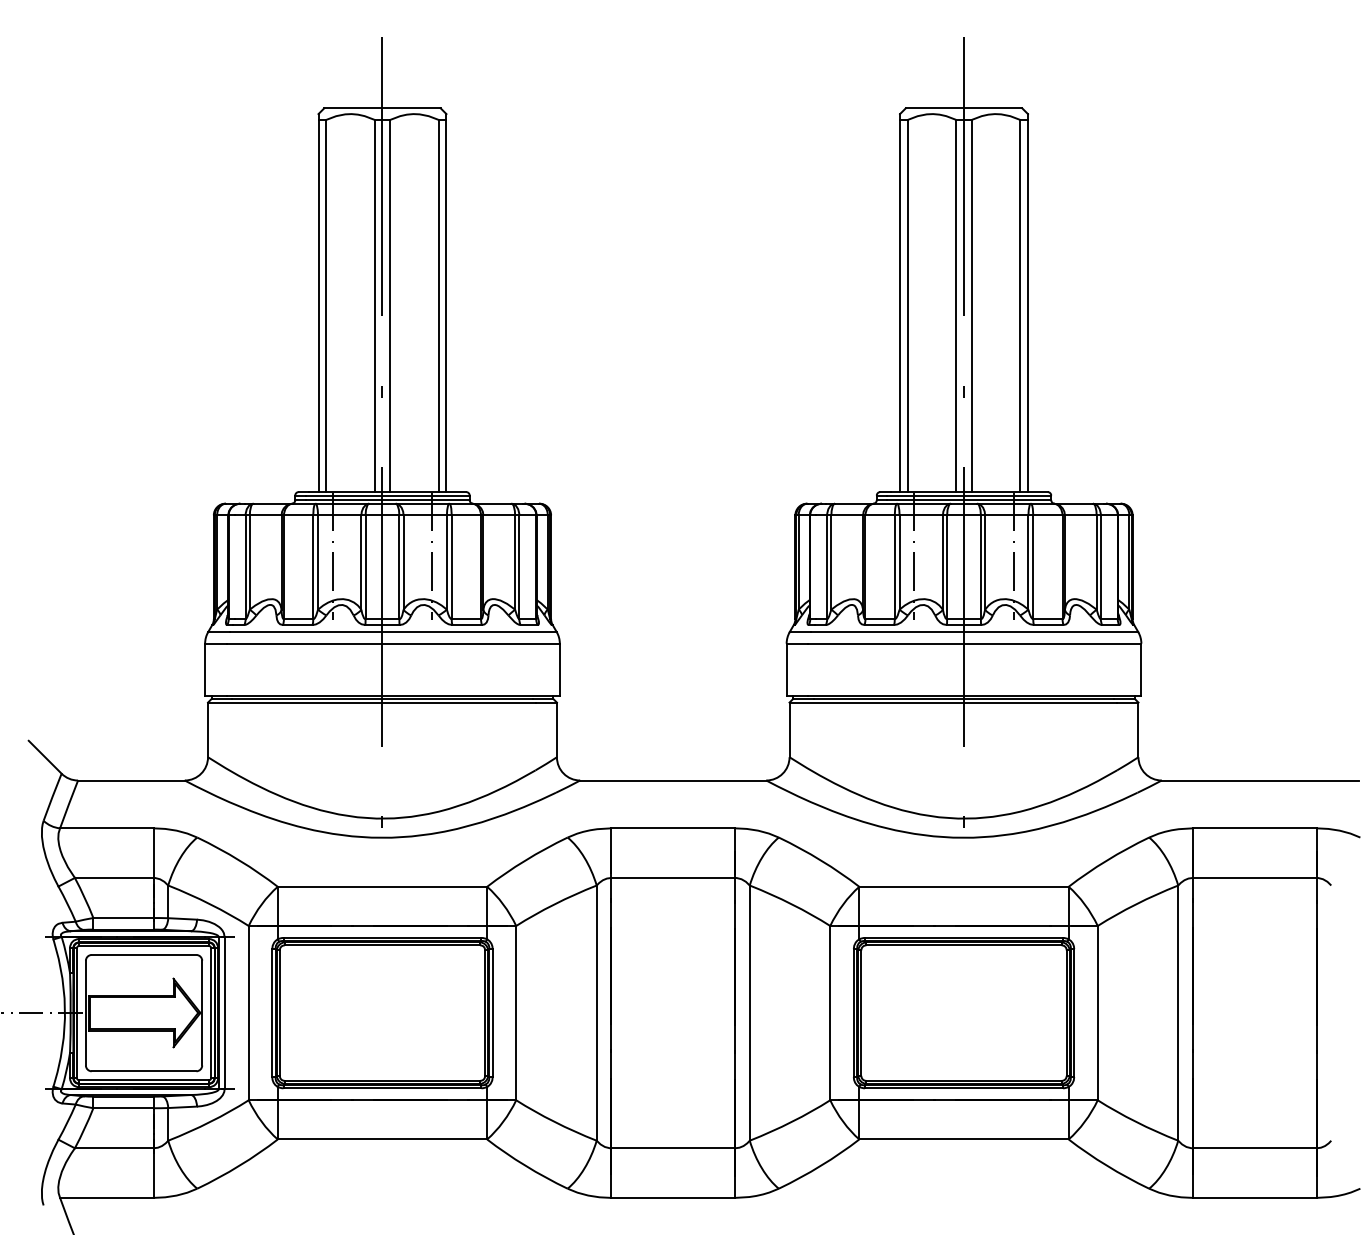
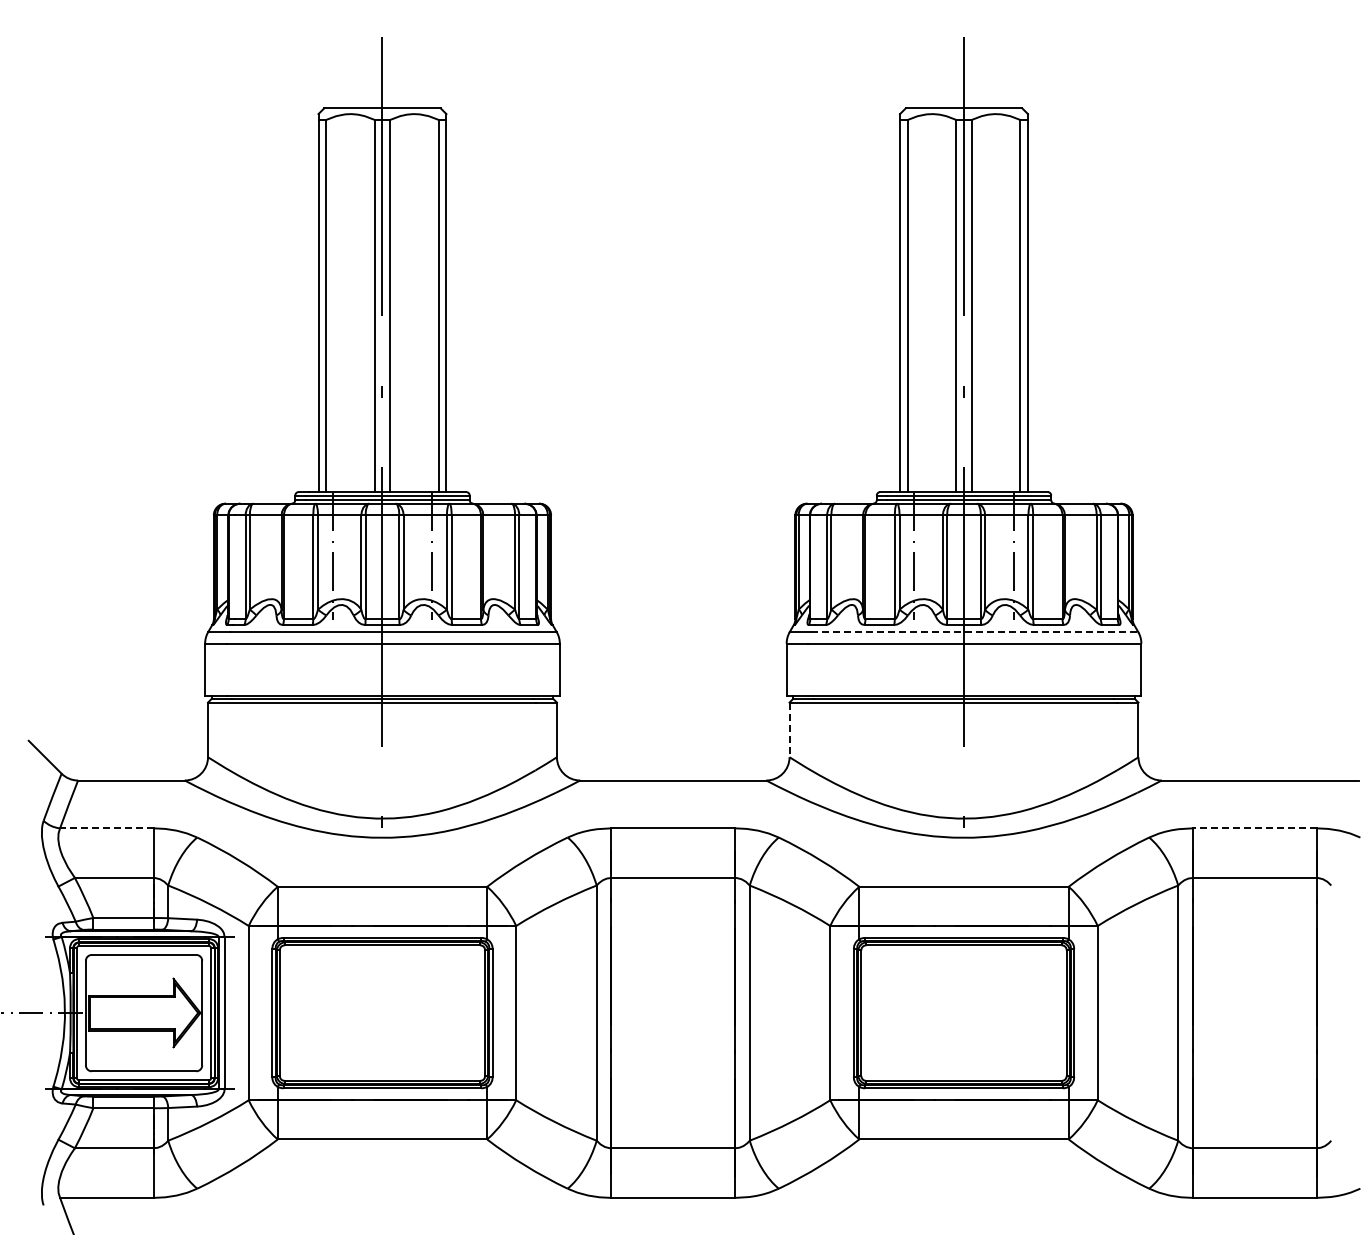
line at (974, 632): solid -> dashed
line at (789, 730): solid -> dashed
line at (106, 828): solid -> dashed
line at (1254, 828): solid -> dashed
